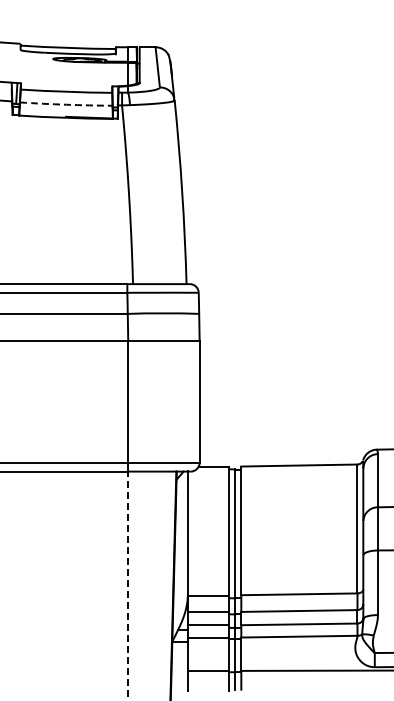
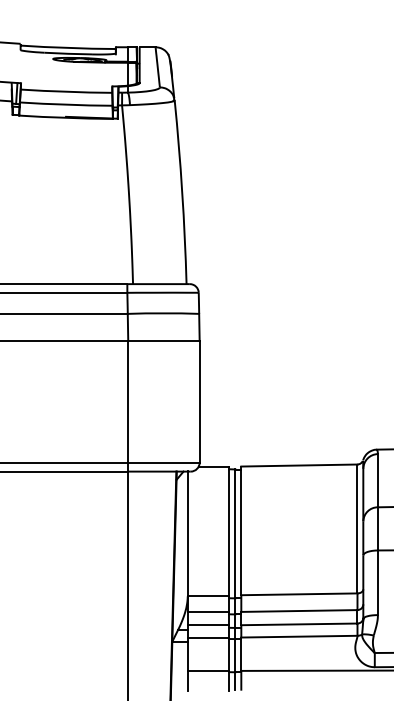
arc at (66, 104): dashed -> solid
line at (128, 586): dashed -> solid
